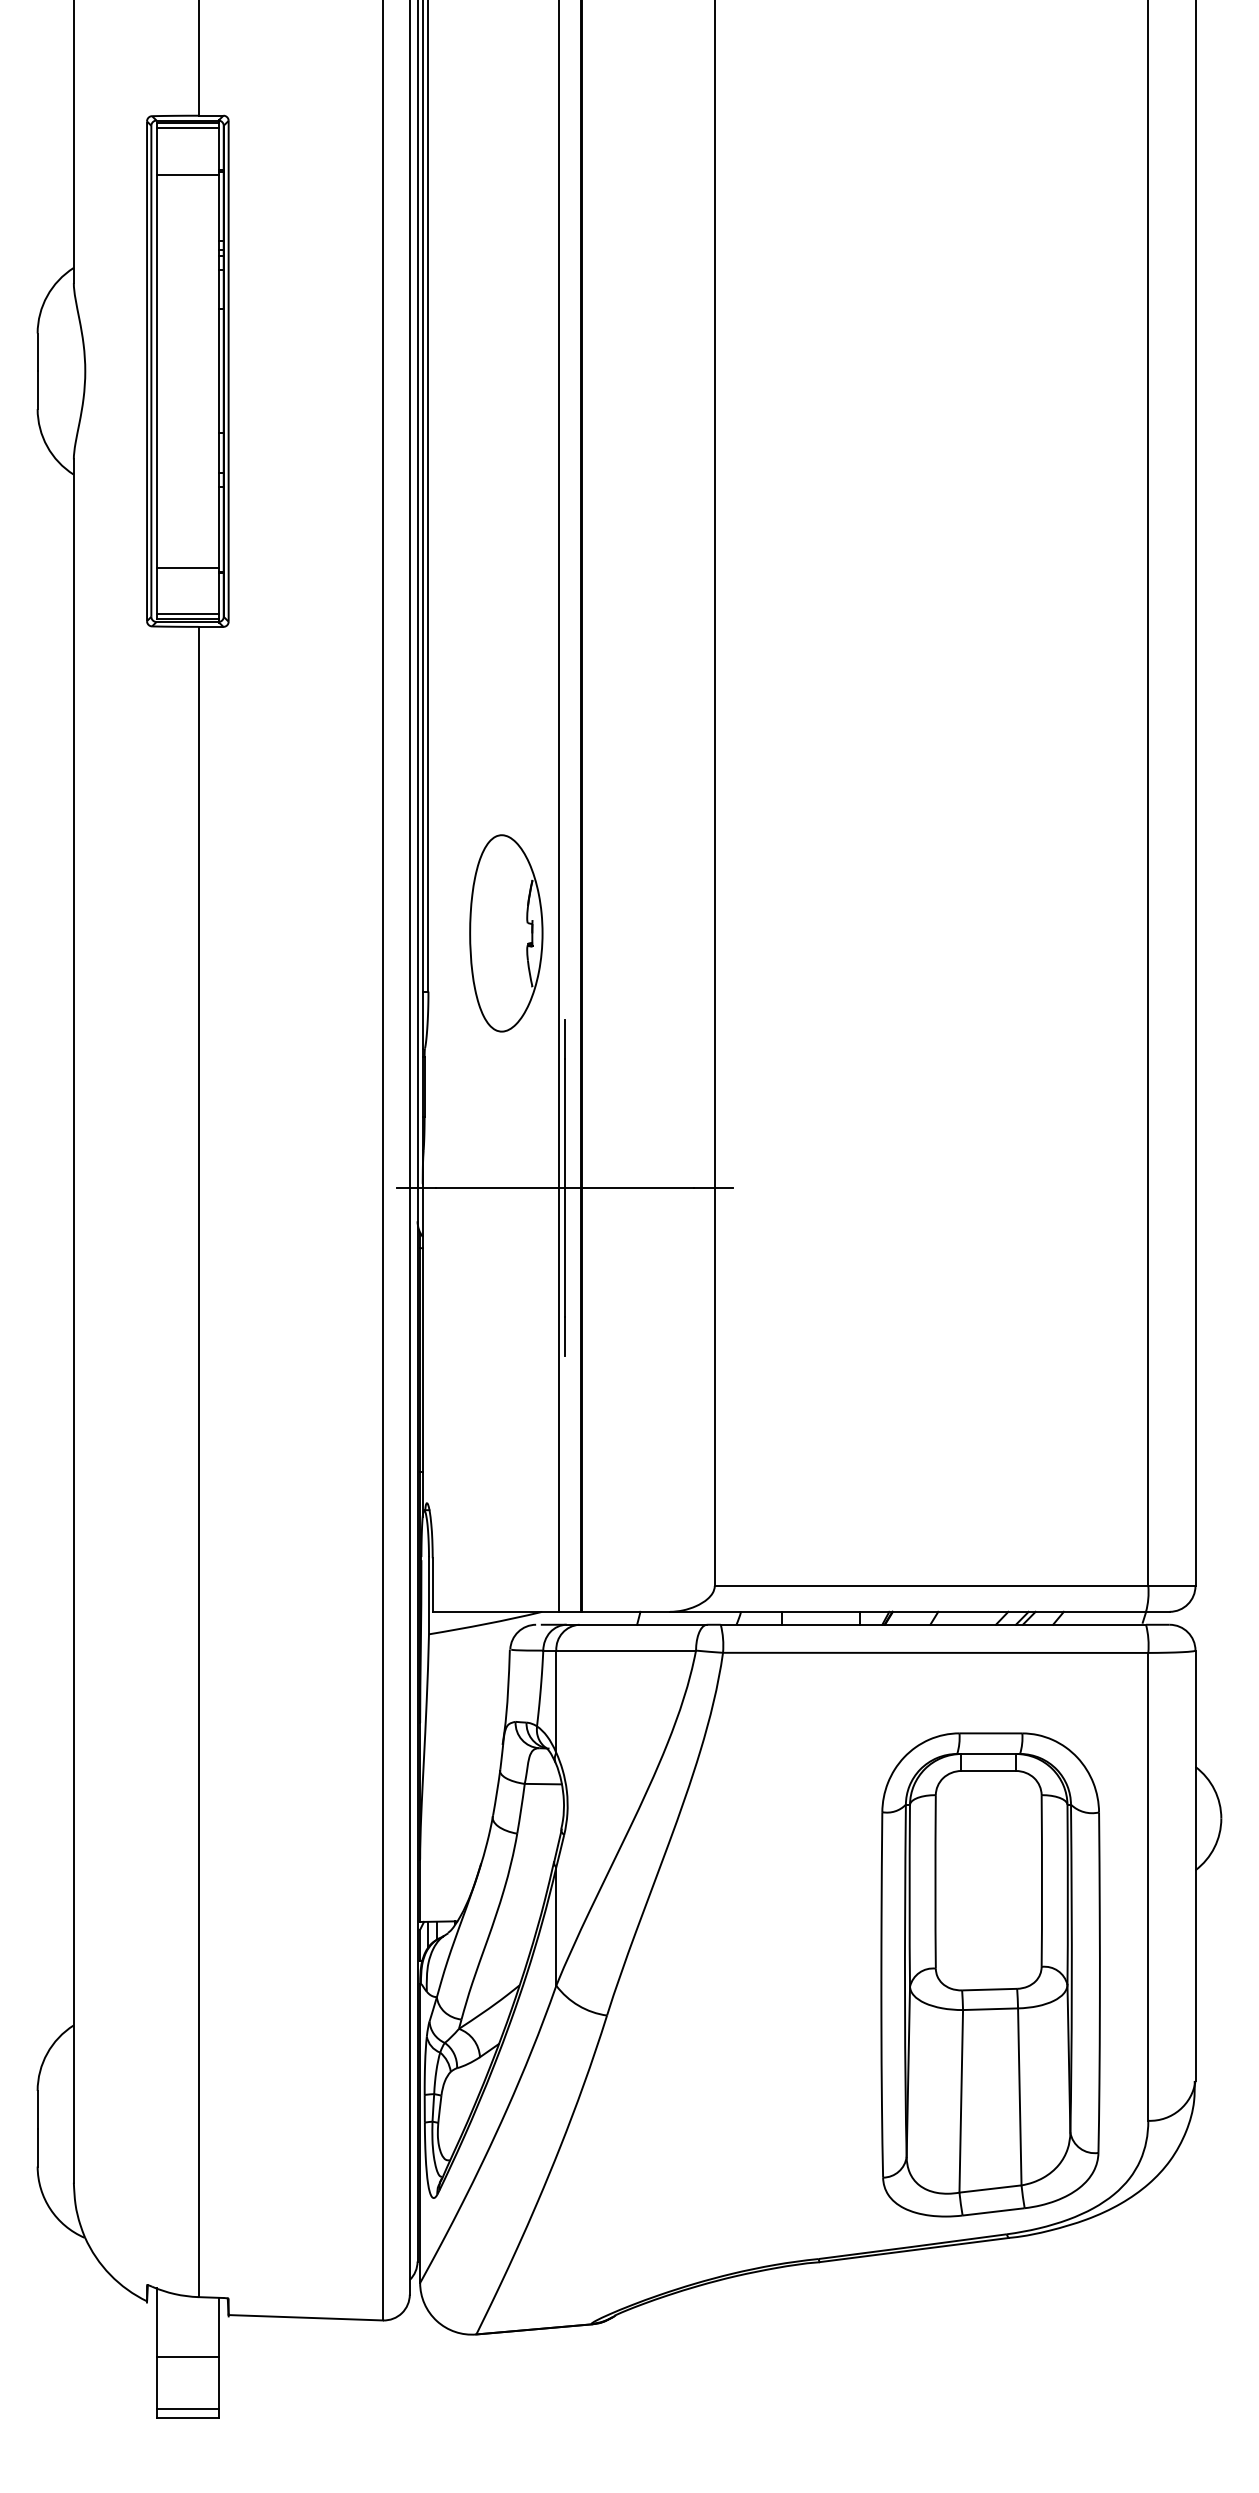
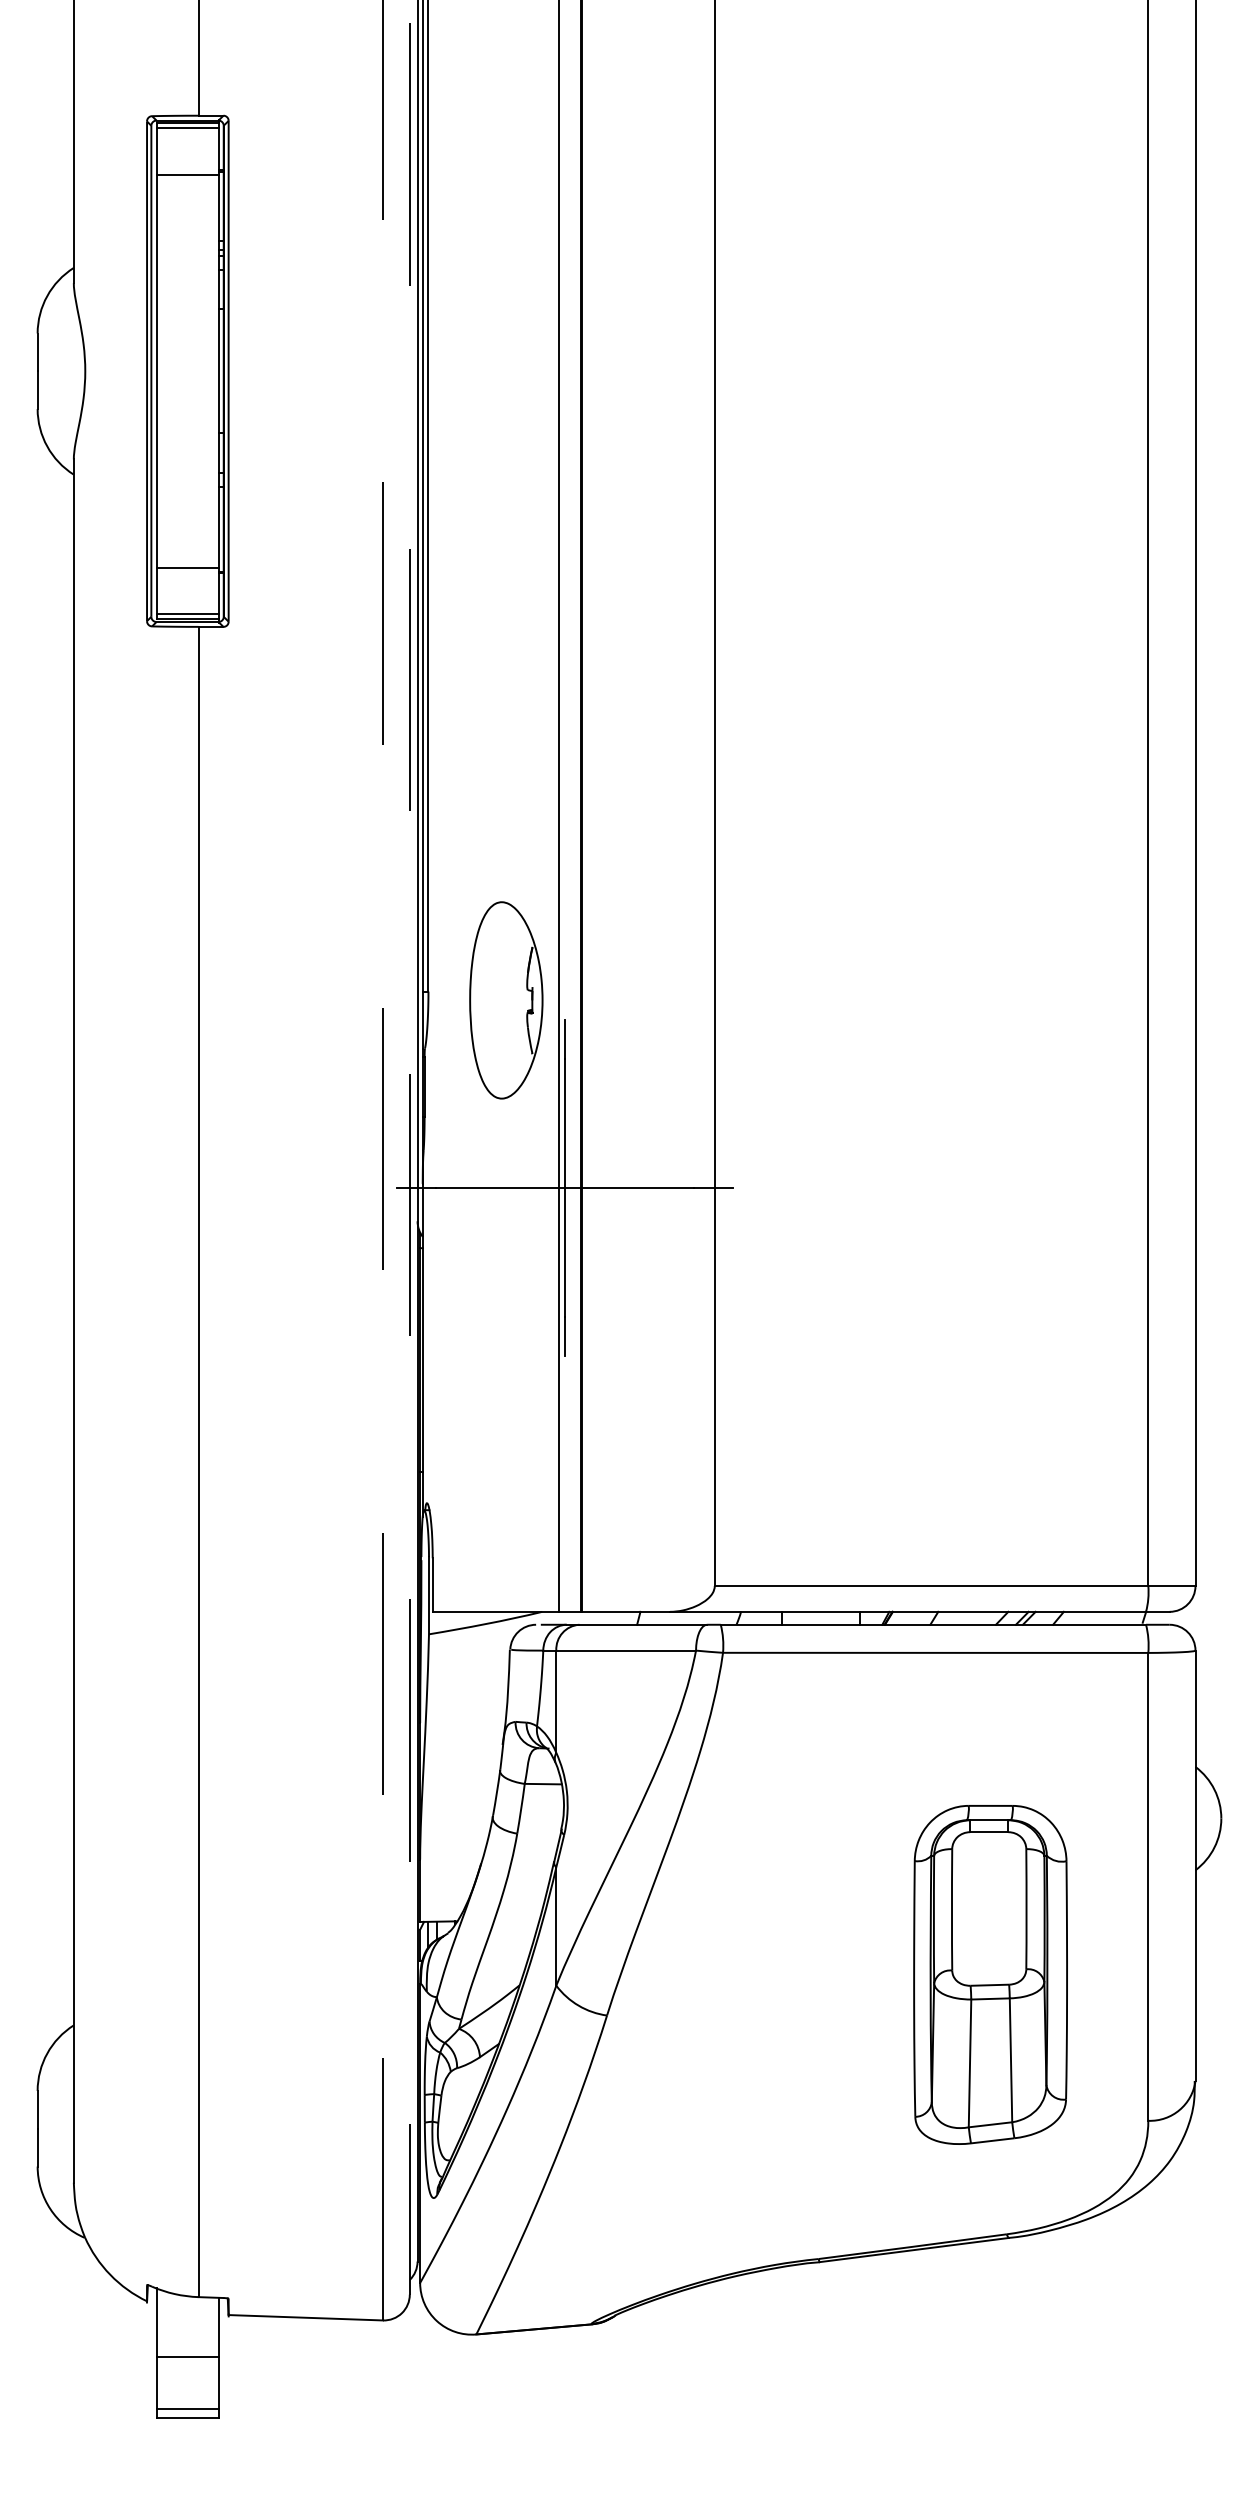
part at (506, 933) position: (506, 933) -> (506, 1000)
line at (409, 1147): solid -> dashed
line at (383, 1160): solid -> dashed
part at (990, 1974) size: 221x486 px -> 155x340 px
